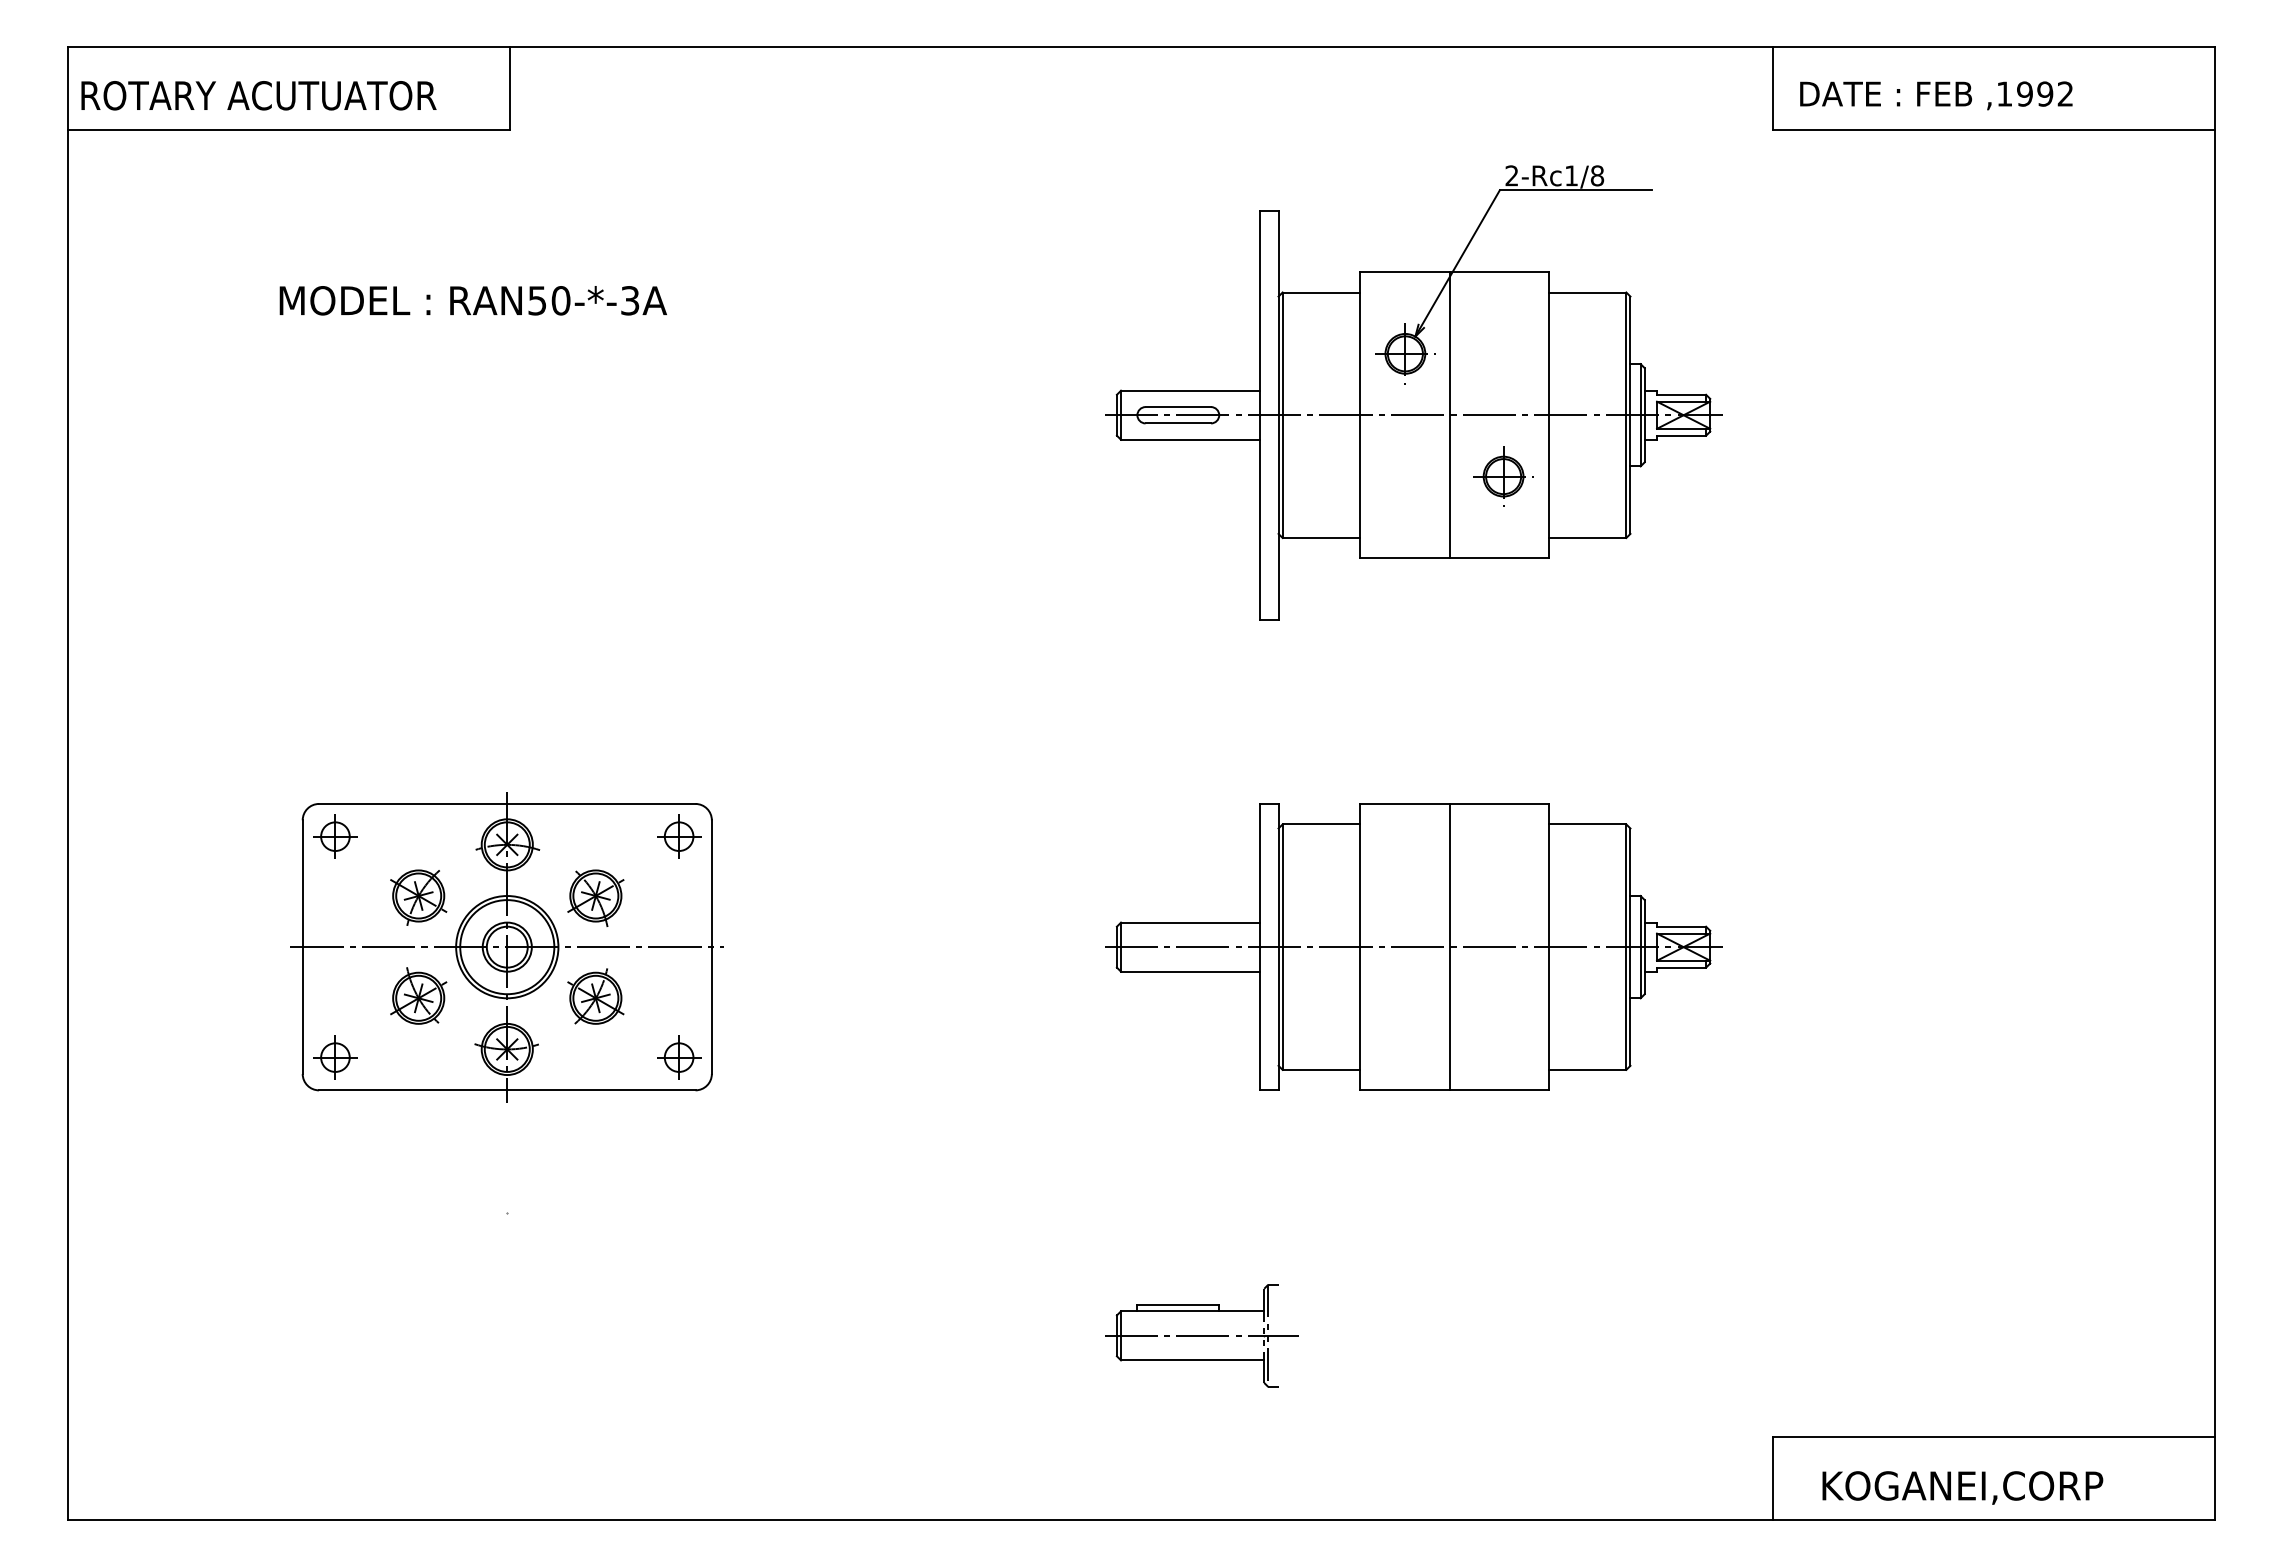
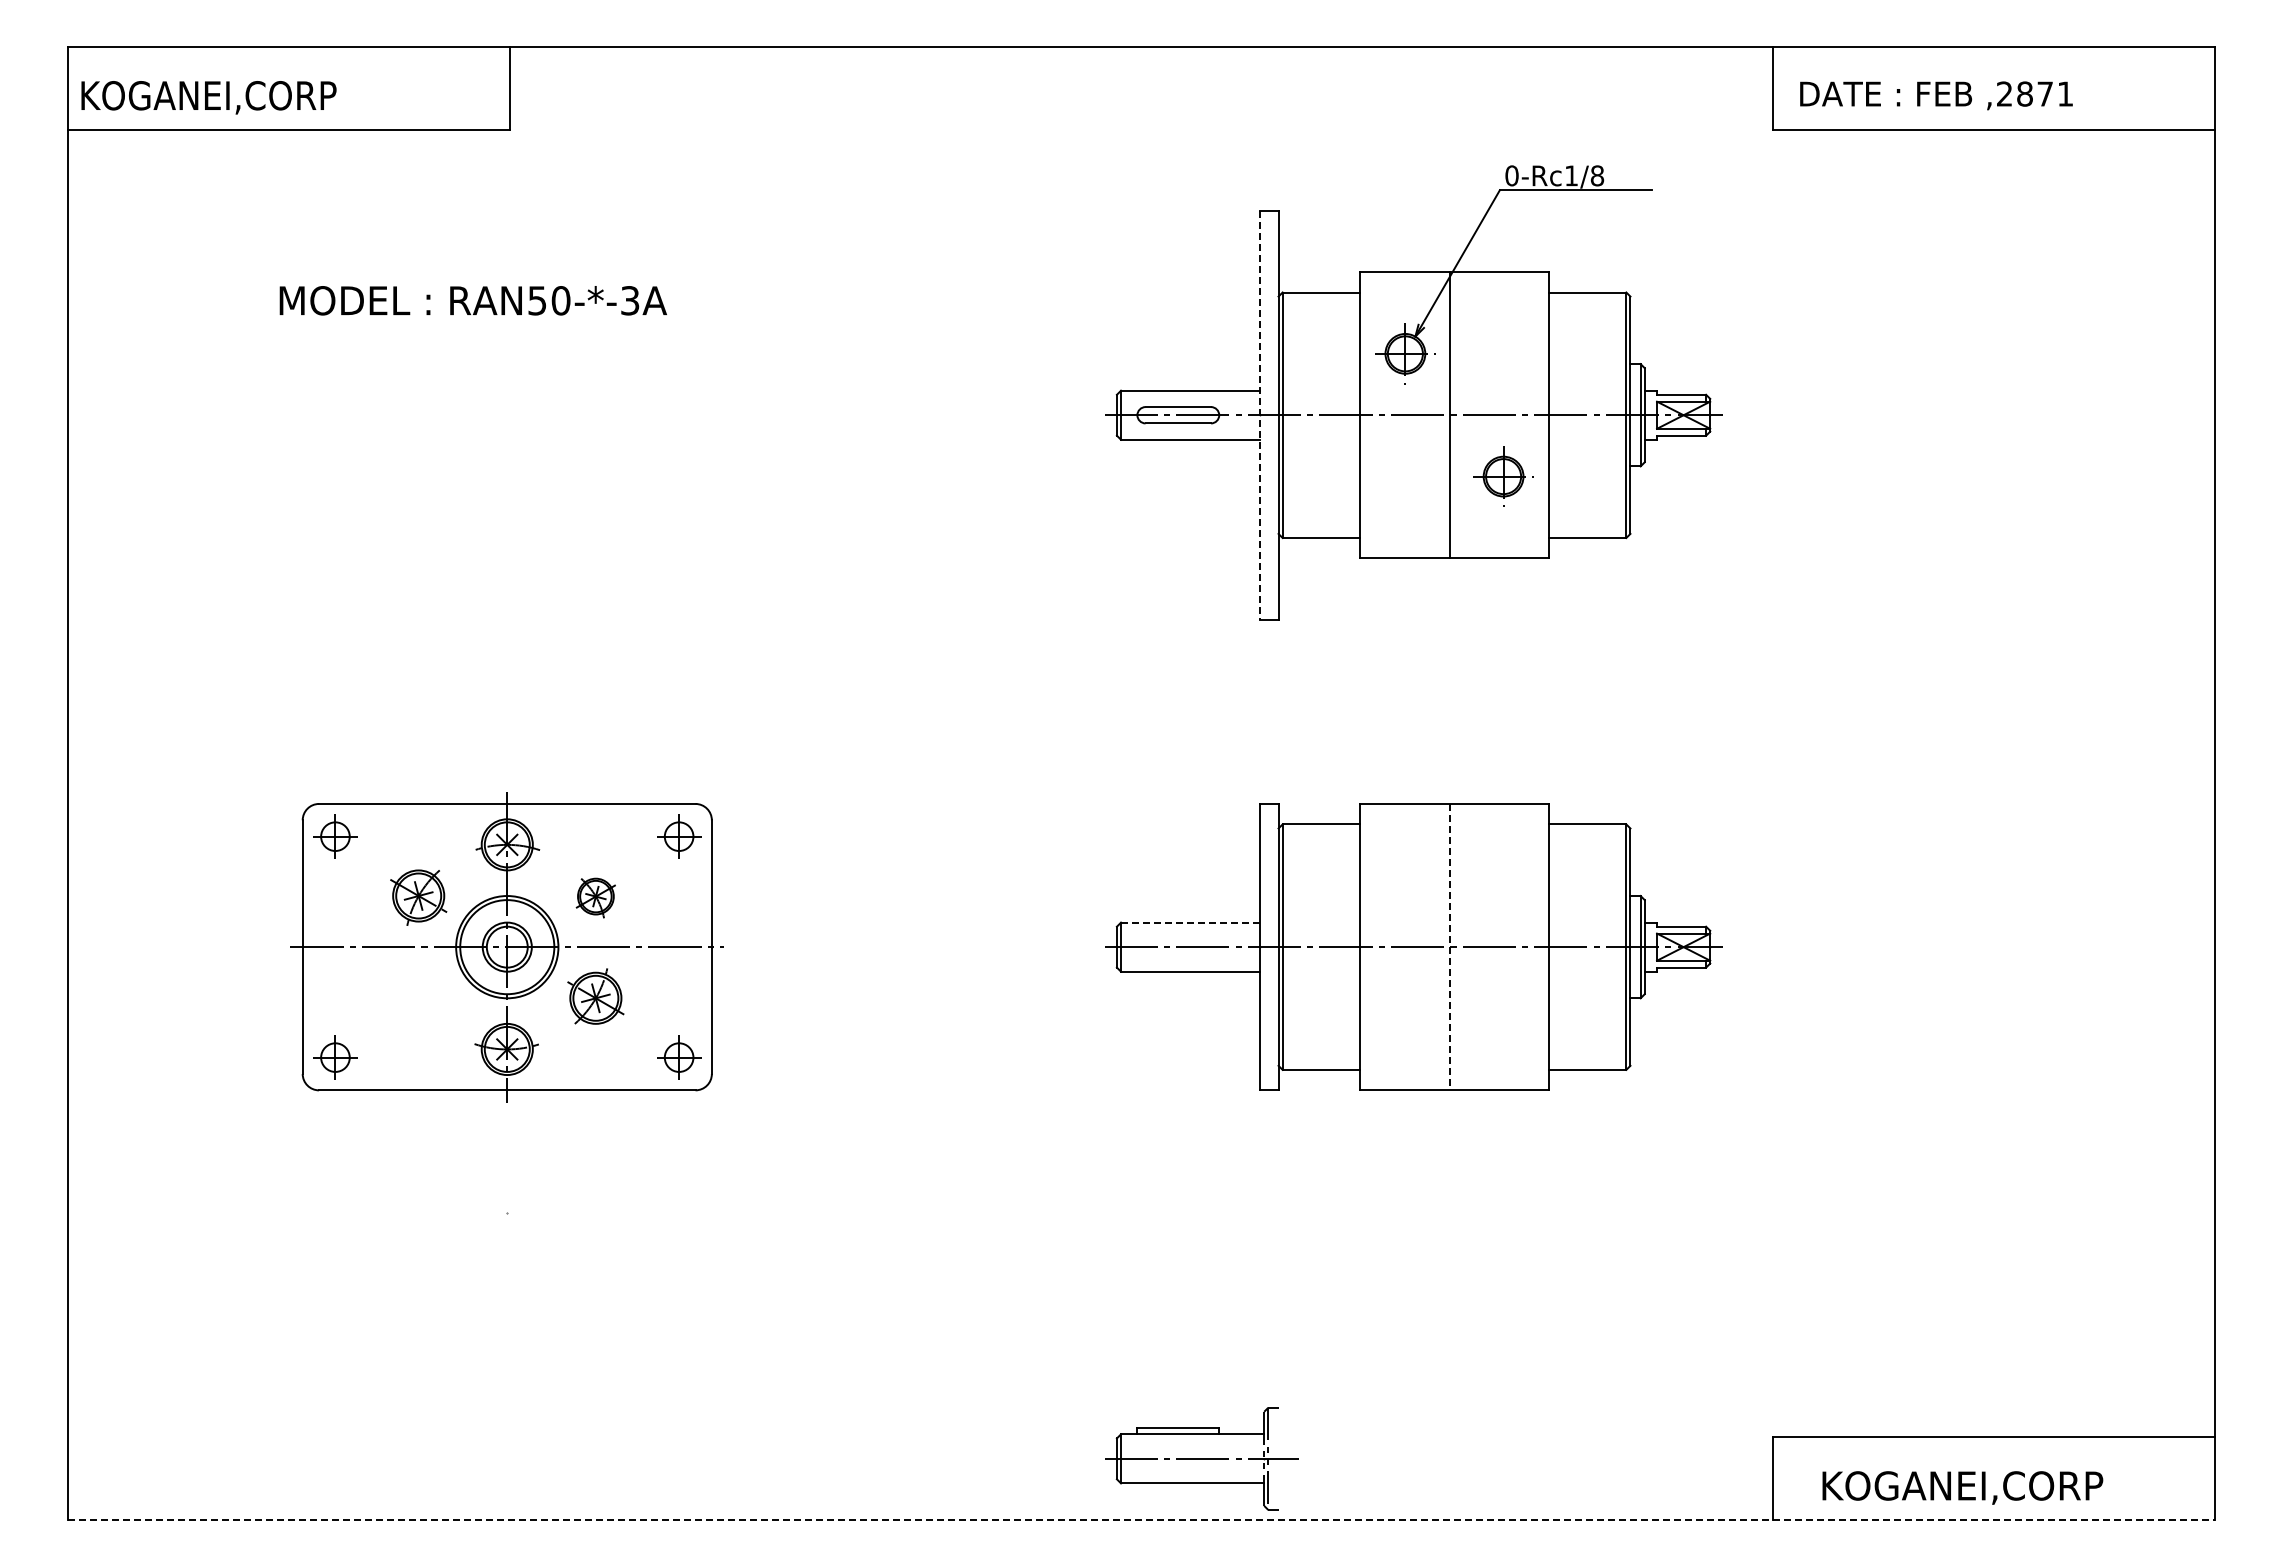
text at (2034, 93): ,1992 -> ,2871
text at (260, 97): ROTARY ACUTUATOR -> KOGANEI,CORP
text at (1511, 175): 2-Rc1/8 -> 0-Rc1/8
line at (1260, 415): solid -> dashed
part at (595, 897) size: 58x58 px -> 41x42 px
line at (1190, 922): solid -> dashed
line at (1450, 947): solid -> dashed
part at (418, 995): present -> none
part at (1201, 1335) position: (1201, 1335) -> (1201, 1458)
line at (1141, 1519): solid -> dashed
